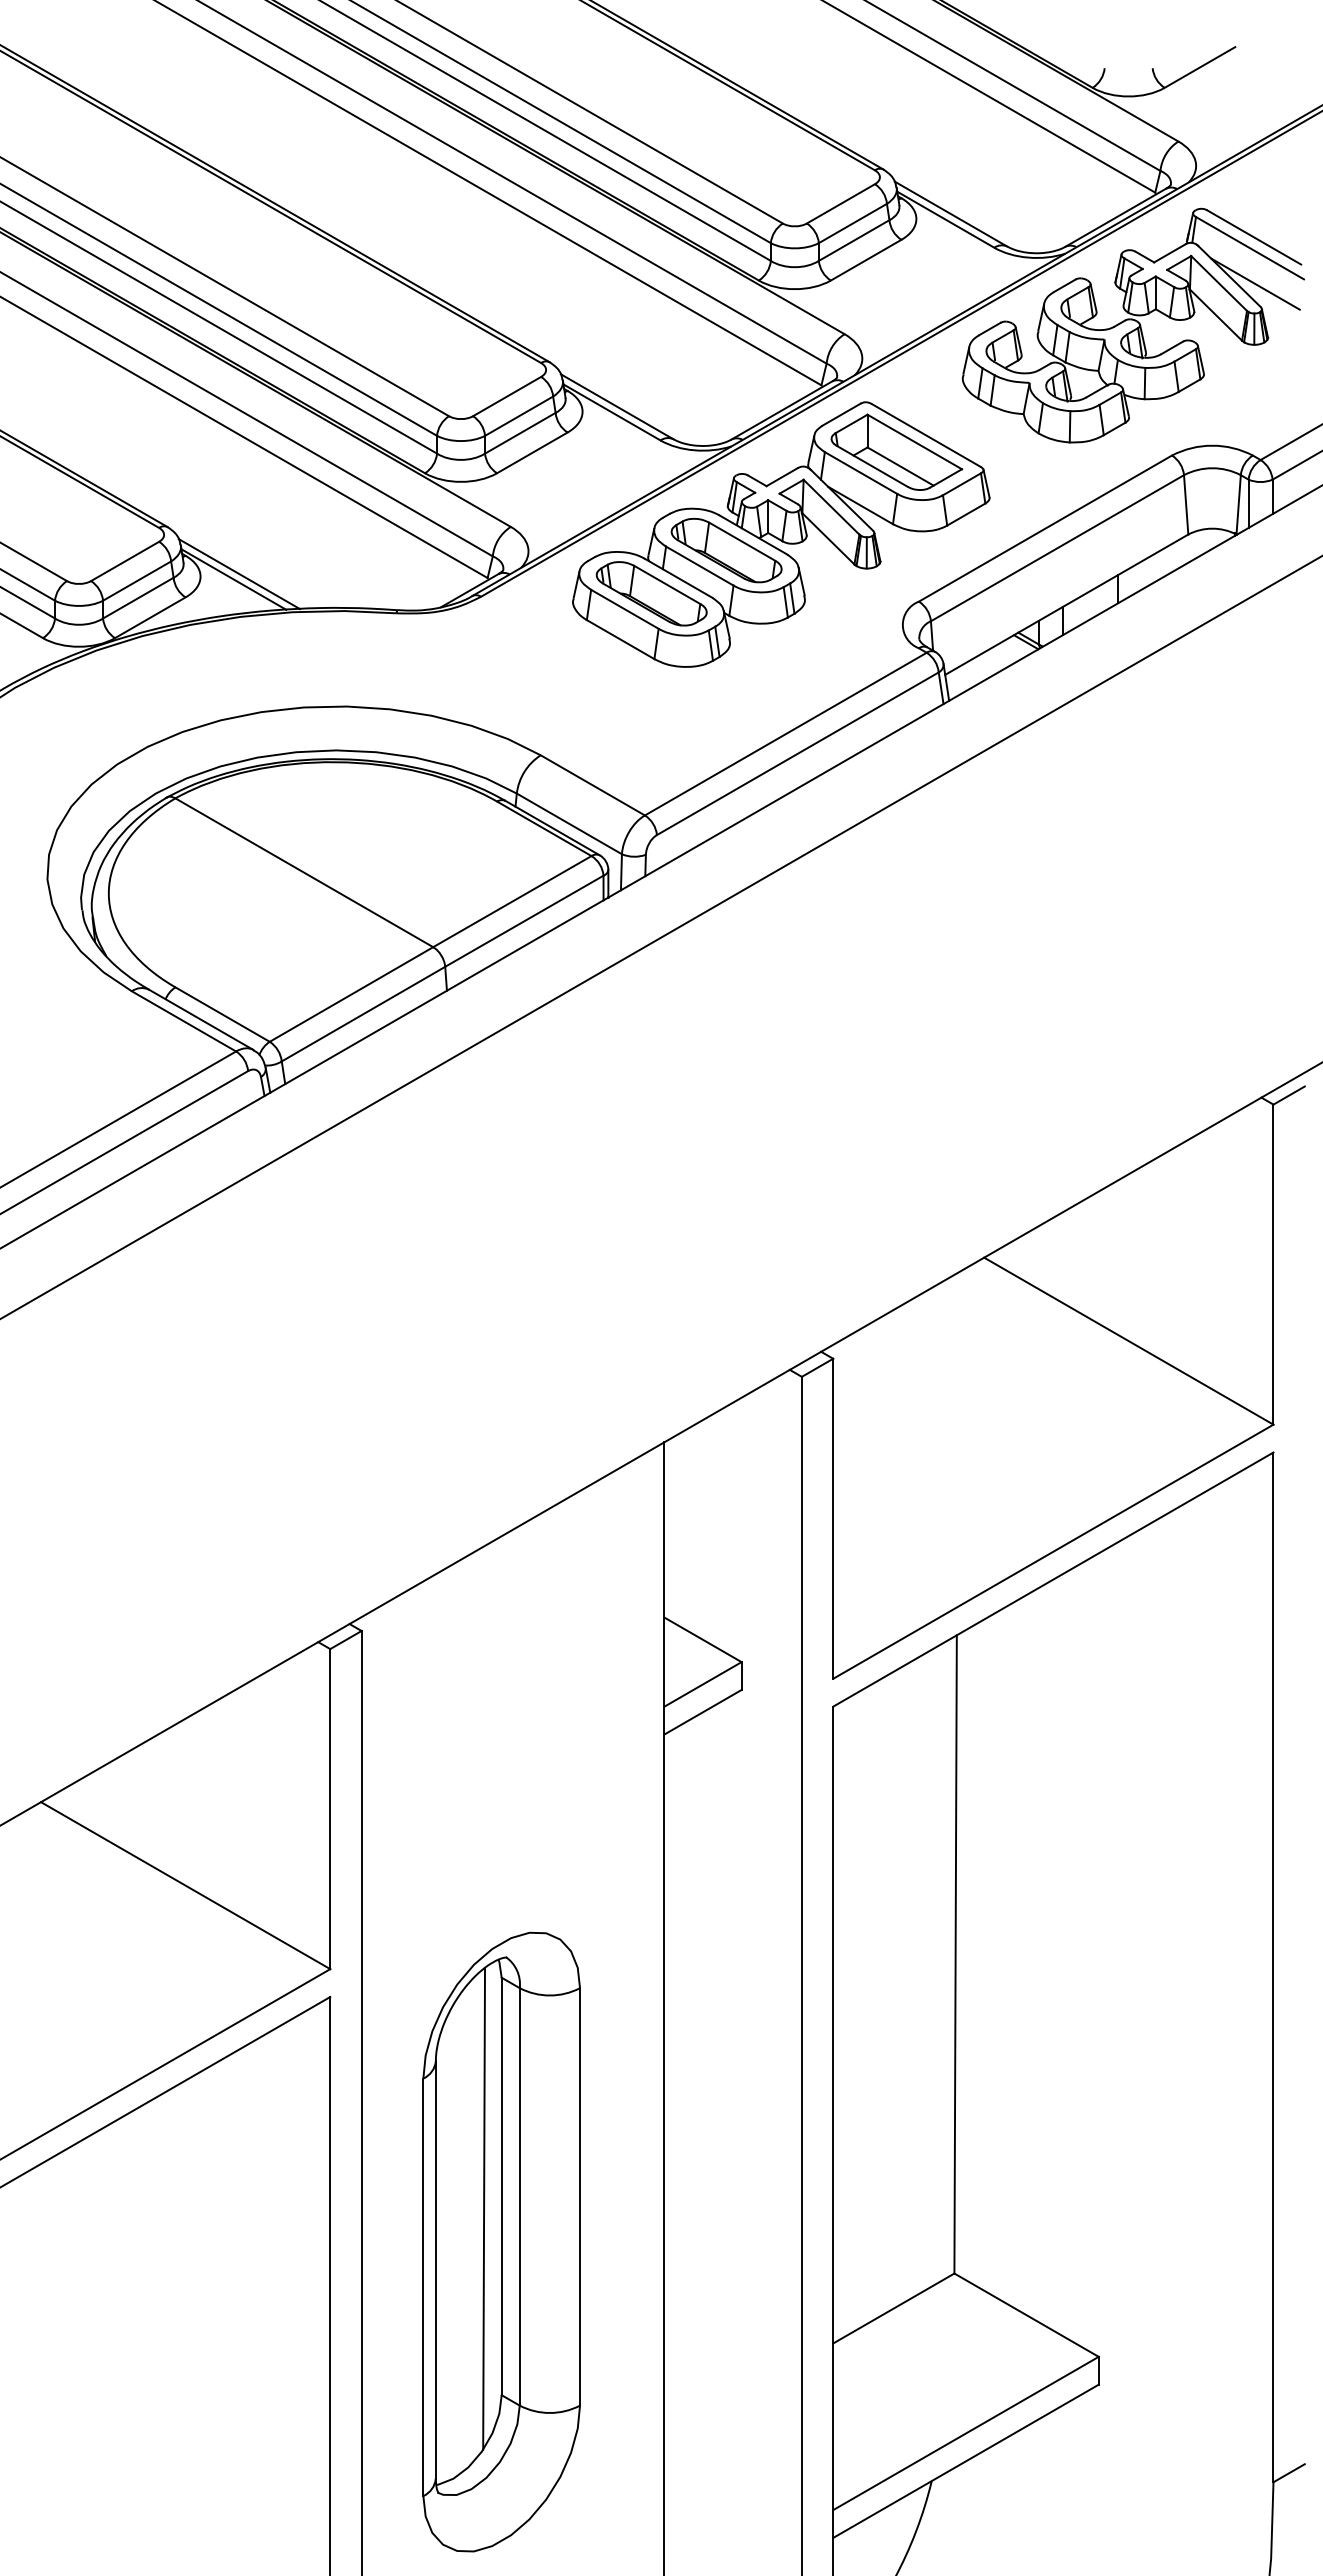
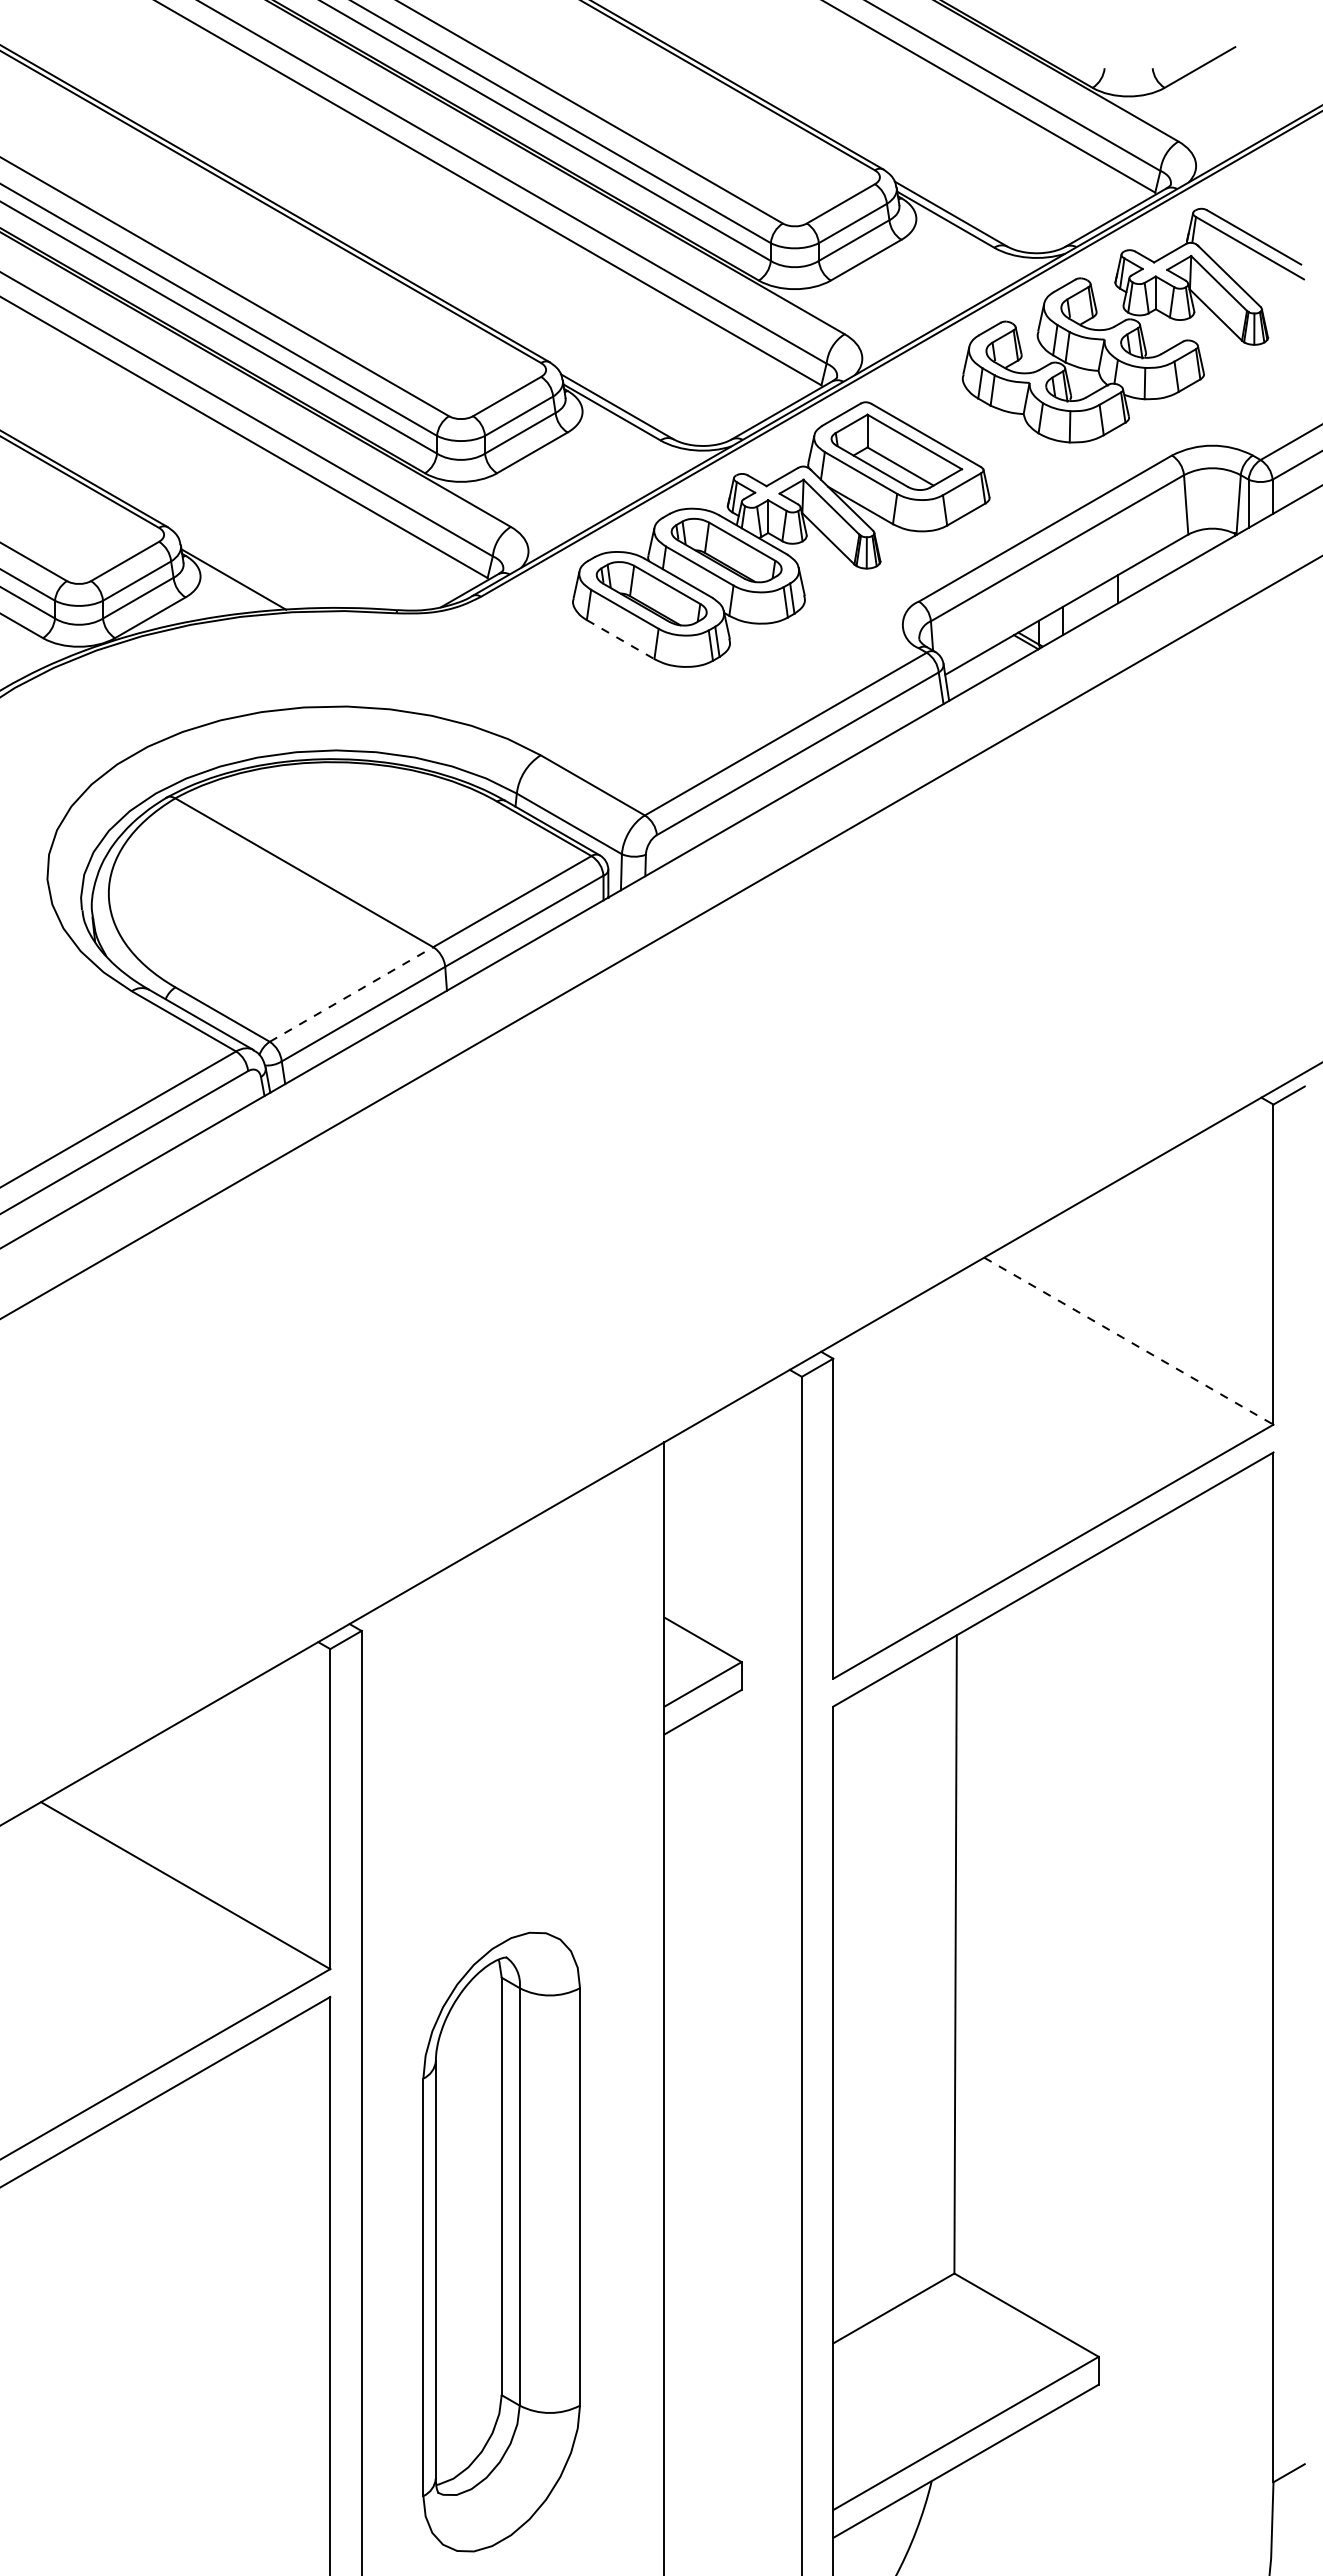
line at (1255, 283): present -> none
line at (239, 574): present -> none
line at (621, 639): solid -> dashed
line at (351, 994): solid -> dashed
line at (1129, 1341): solid -> dashed
line at (484, 2208): present -> none
